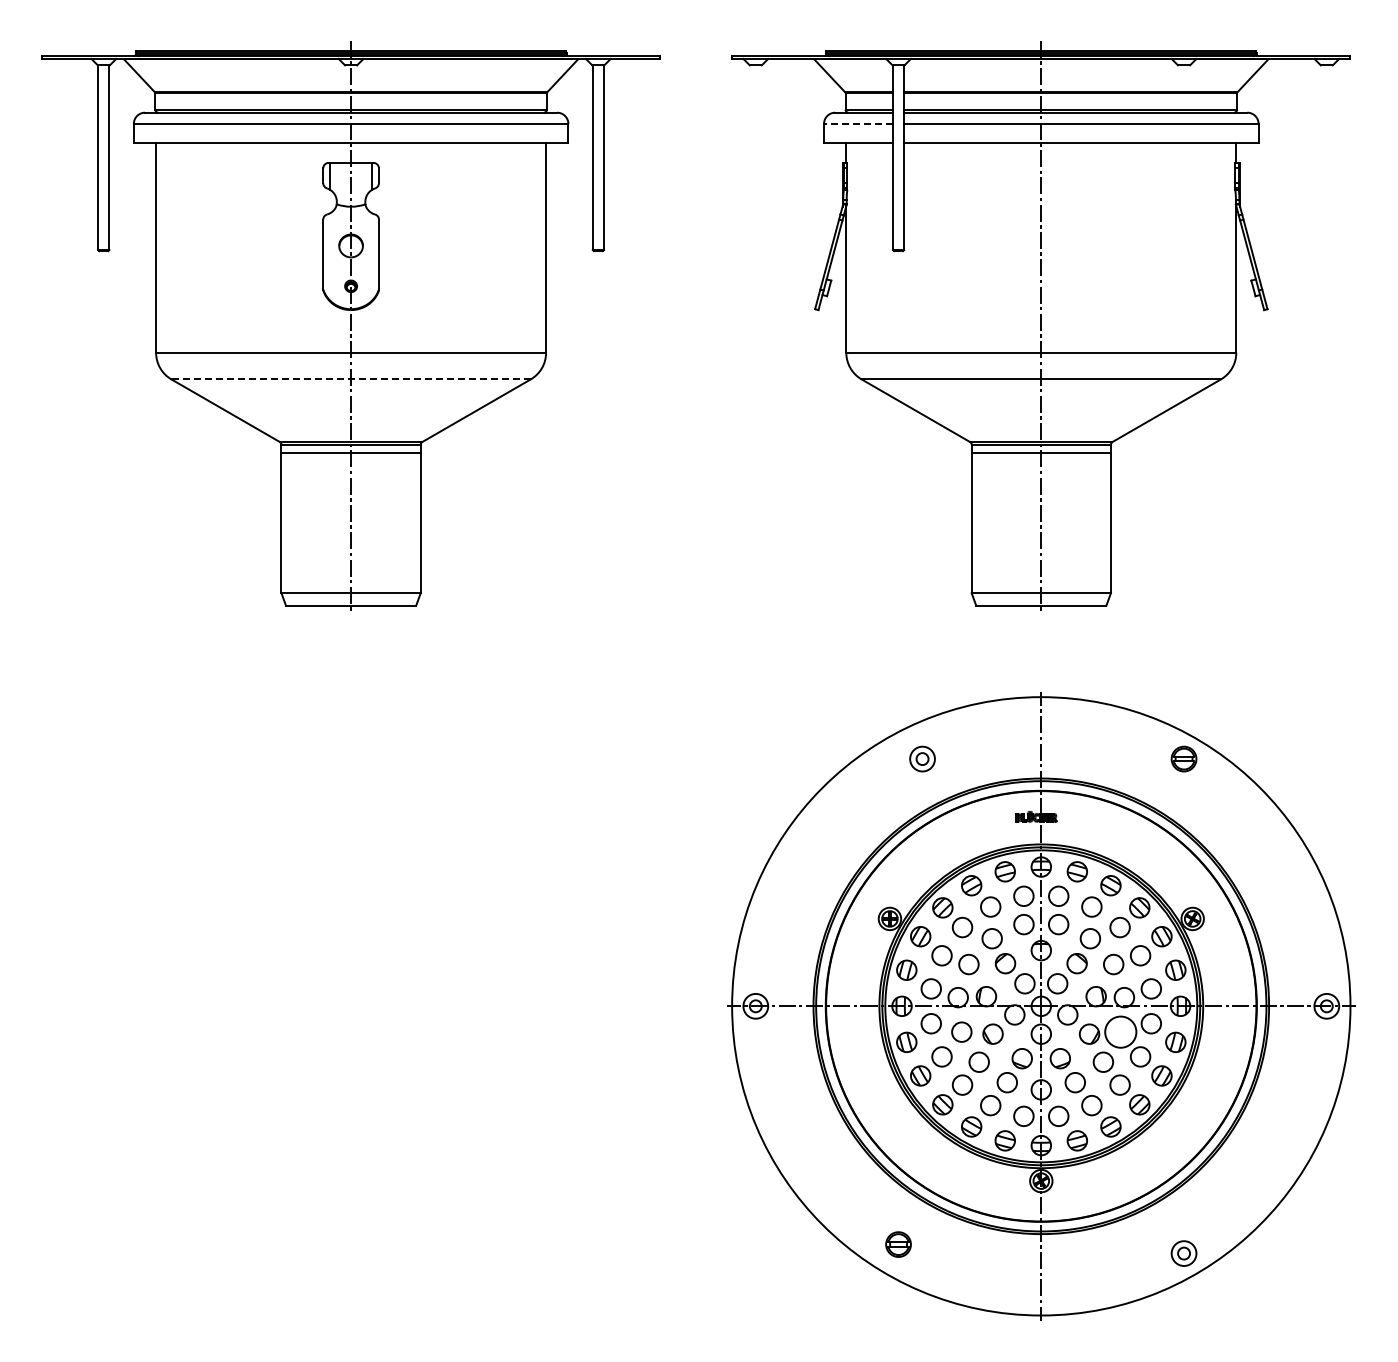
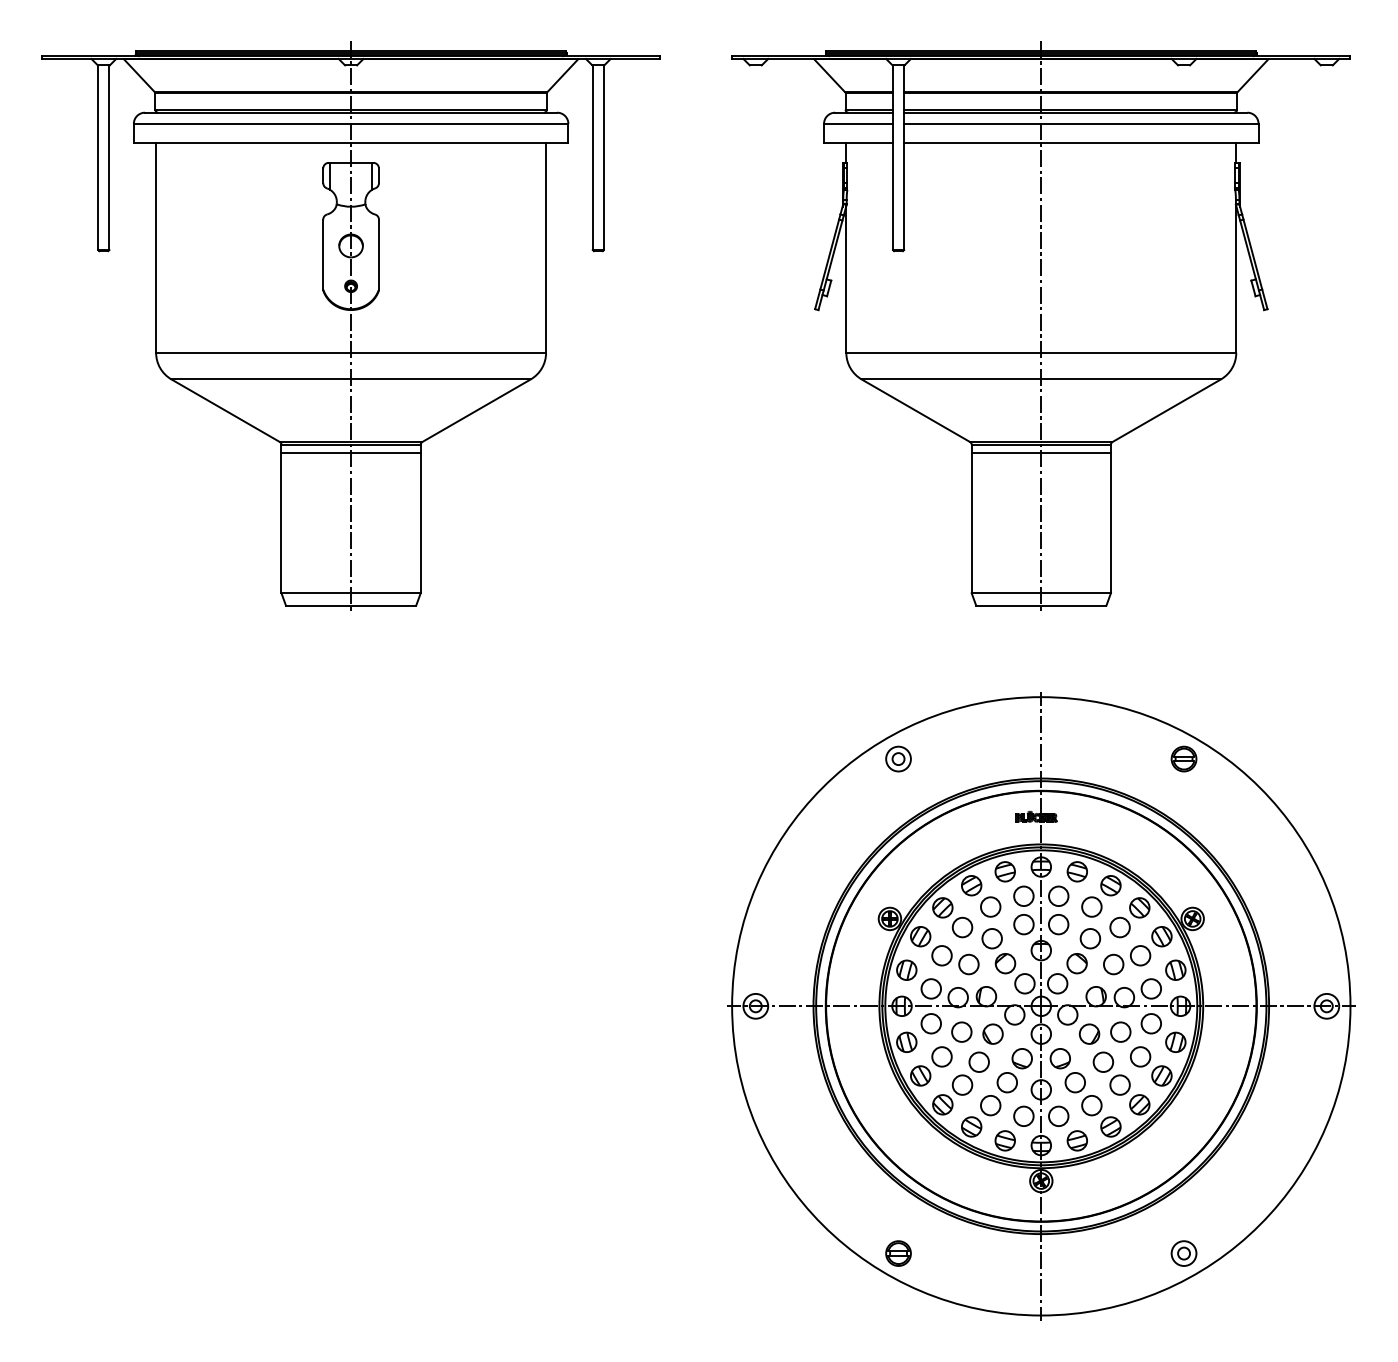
line at (858, 123): dashed -> solid
line at (351, 379): dashed -> solid
part at (922, 758) position: (922, 758) -> (898, 758)
circle at (1120, 1031) diameter: 31 px -> 19 px
part at (898, 1244) position: (898, 1244) -> (898, 1253)
